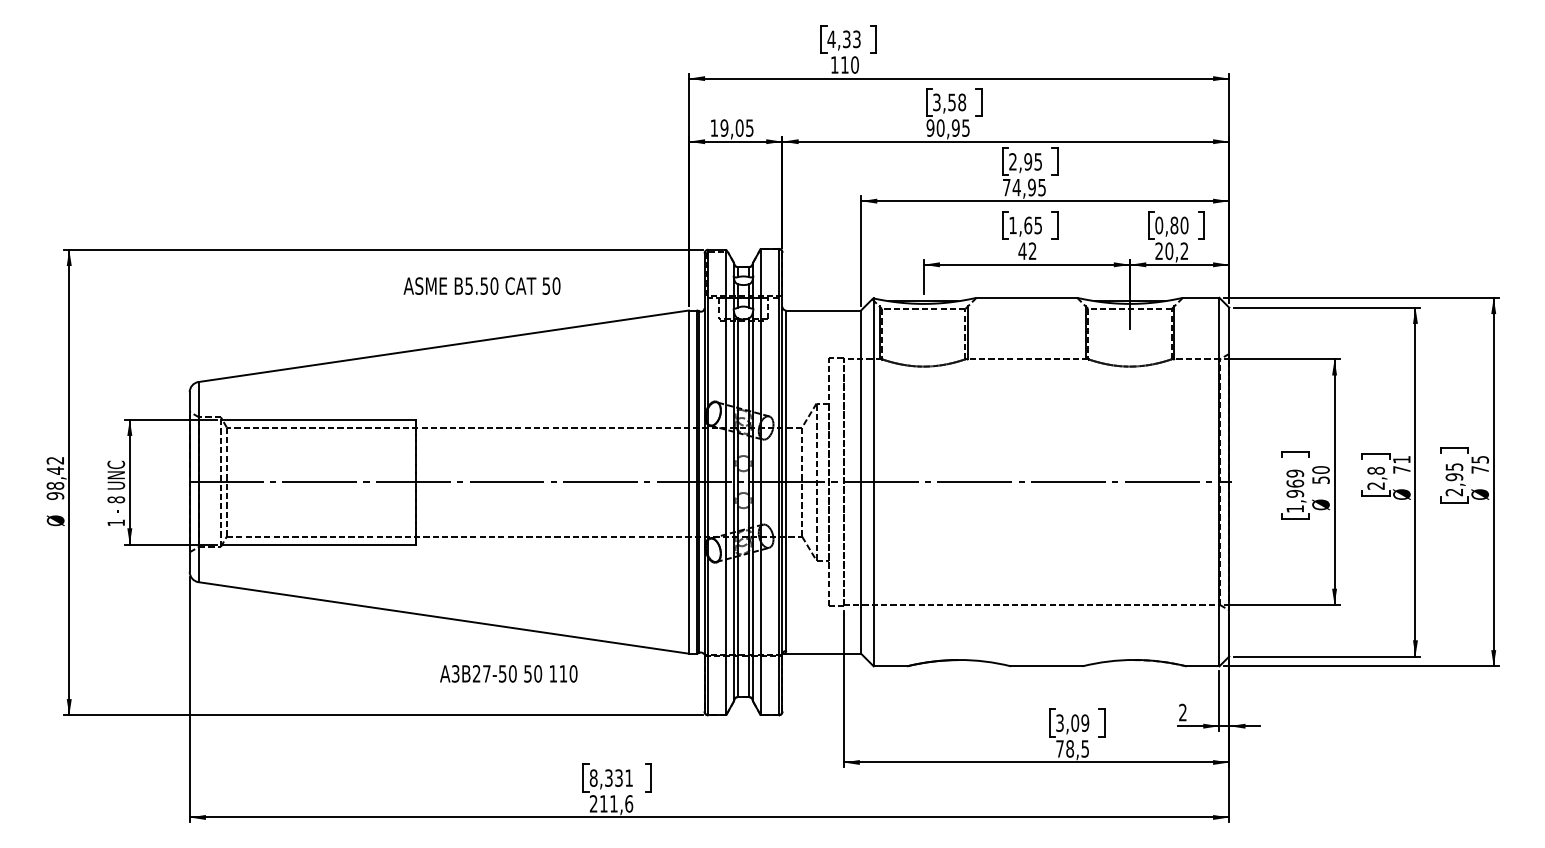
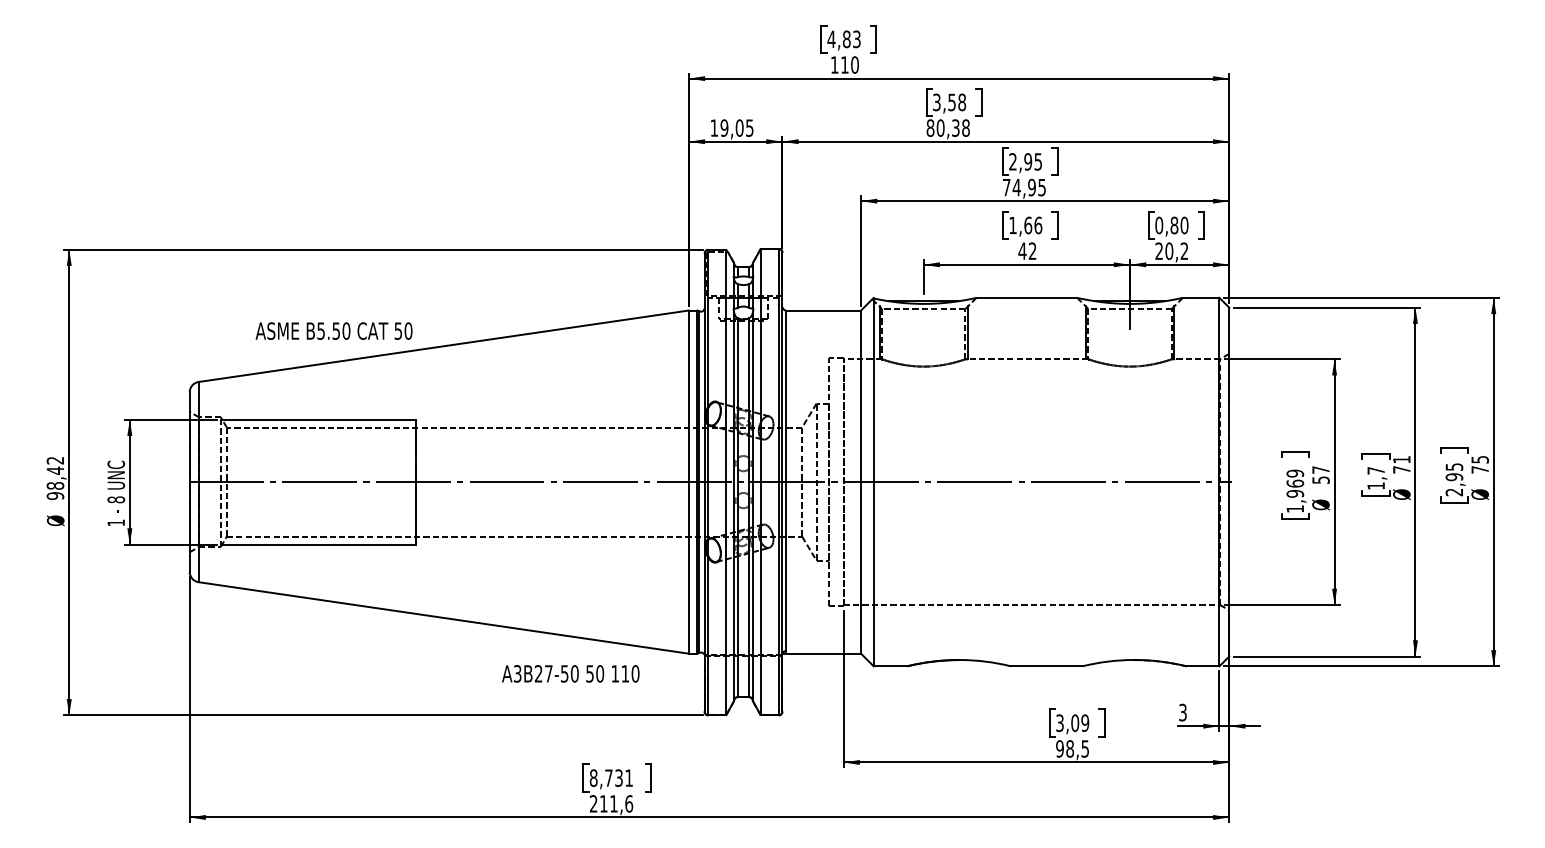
text at (846, 39): 4,33 -> 4,83
text at (947, 127): 90,95 -> 80,38
text at (1038, 225): 1,65 -> 1,66
text at (481, 285) position: (481, 285) -> (333, 330)
text at (1320, 469): 50 -> 57
text at (1375, 478): 2,8 -> 1,7
text at (508, 673) position: (508, 673) -> (570, 673)
text at (1182, 712): 2 -> 3
text at (1059, 748): 78,5 -> 98,5
text at (608, 777): 8,331 -> 8,731
